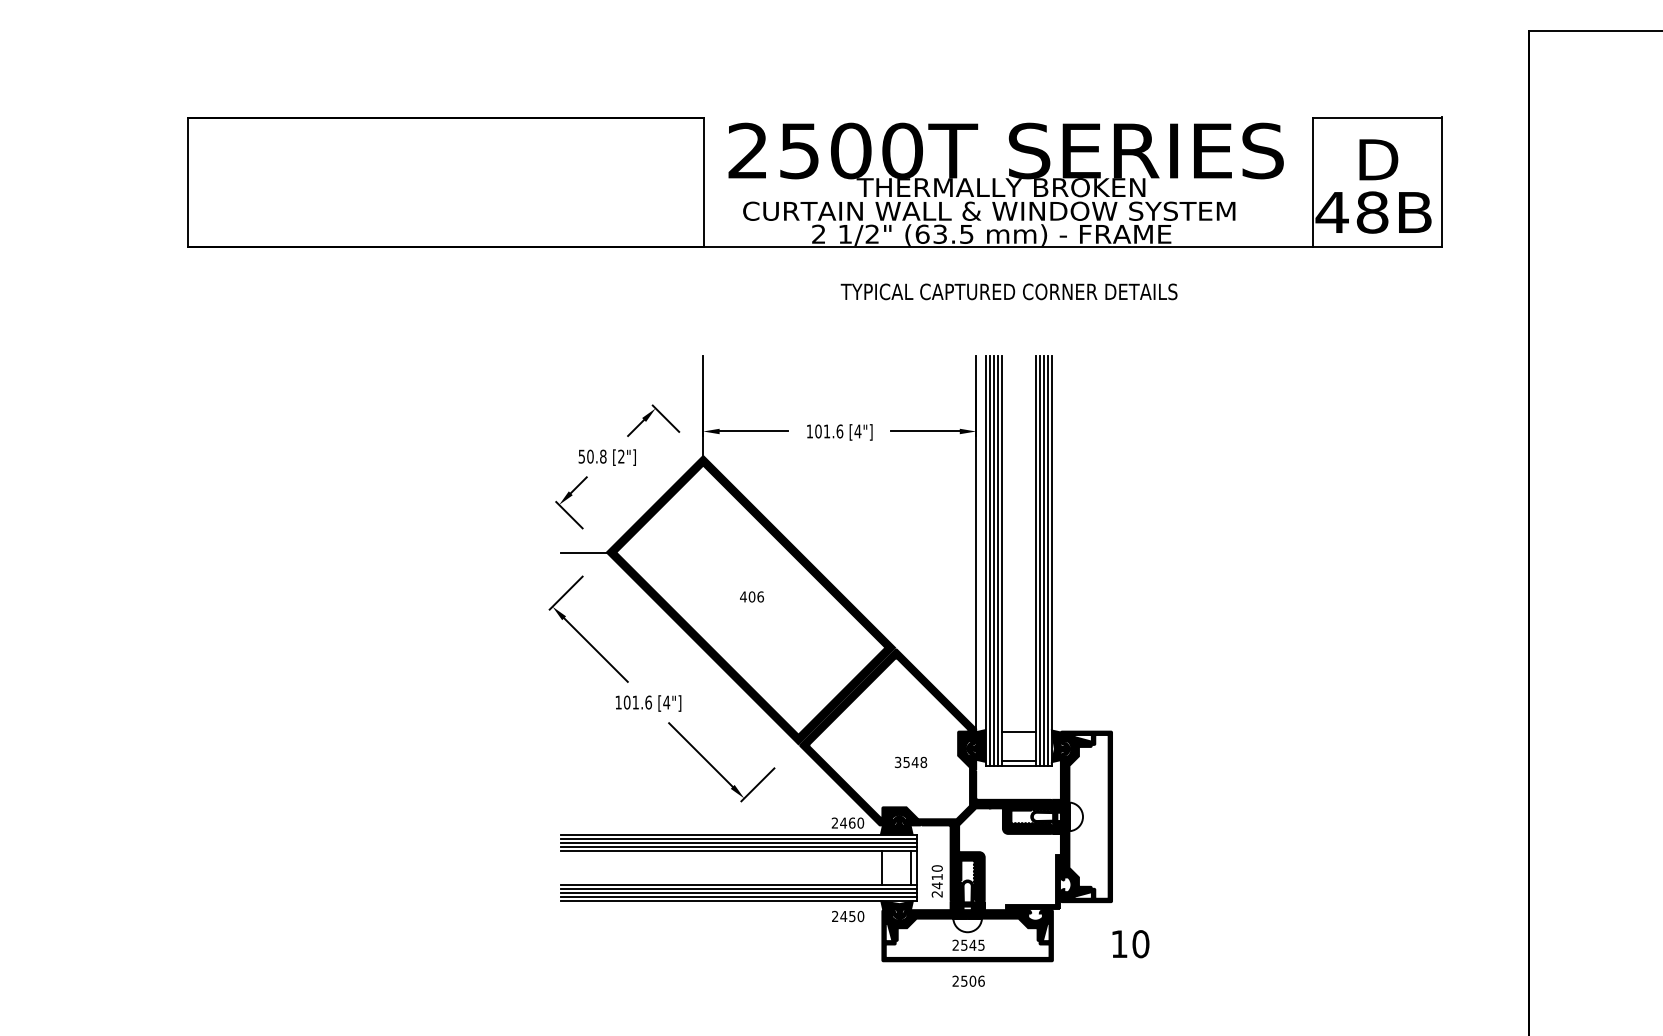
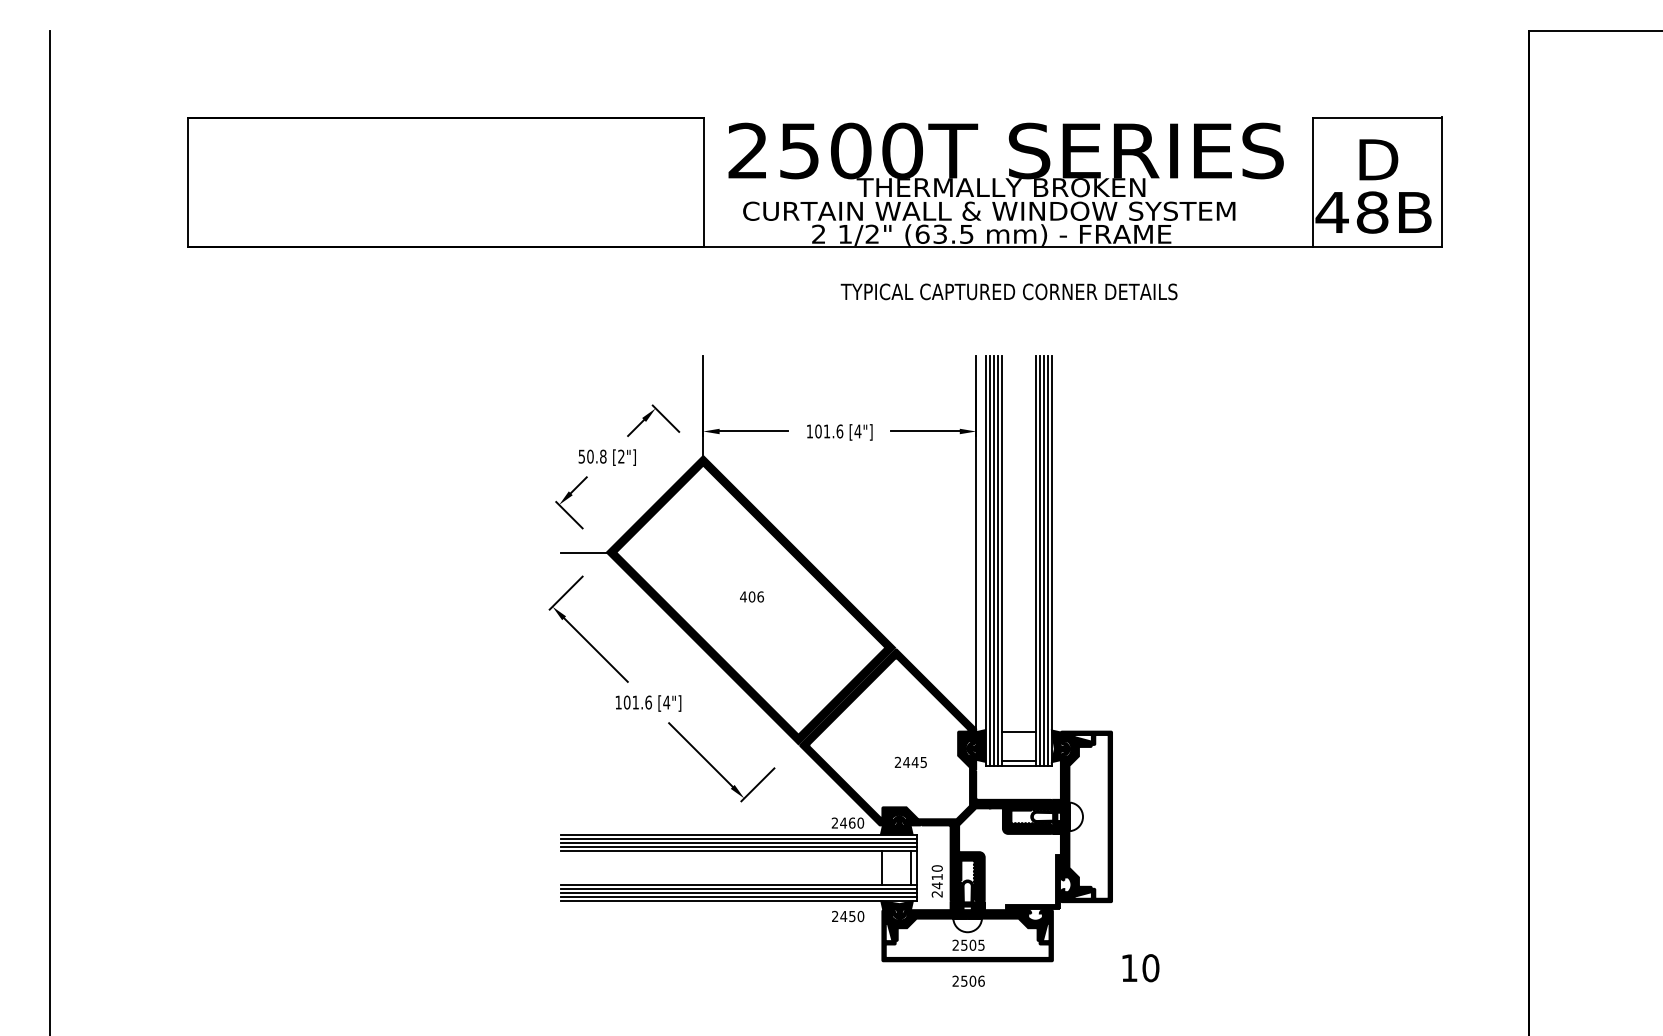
line at (49, 531): none -> present
text at (910, 762): 3548 -> 2445
text at (972, 944): 2545 -> 2505
text at (1130, 944) position: (1130, 944) -> (1140, 968)
